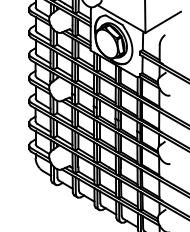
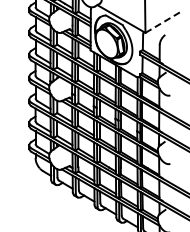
line at (163, 22): solid -> dashed
